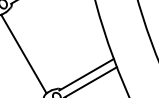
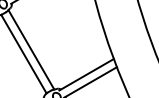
line at (31, 49): none -> present
